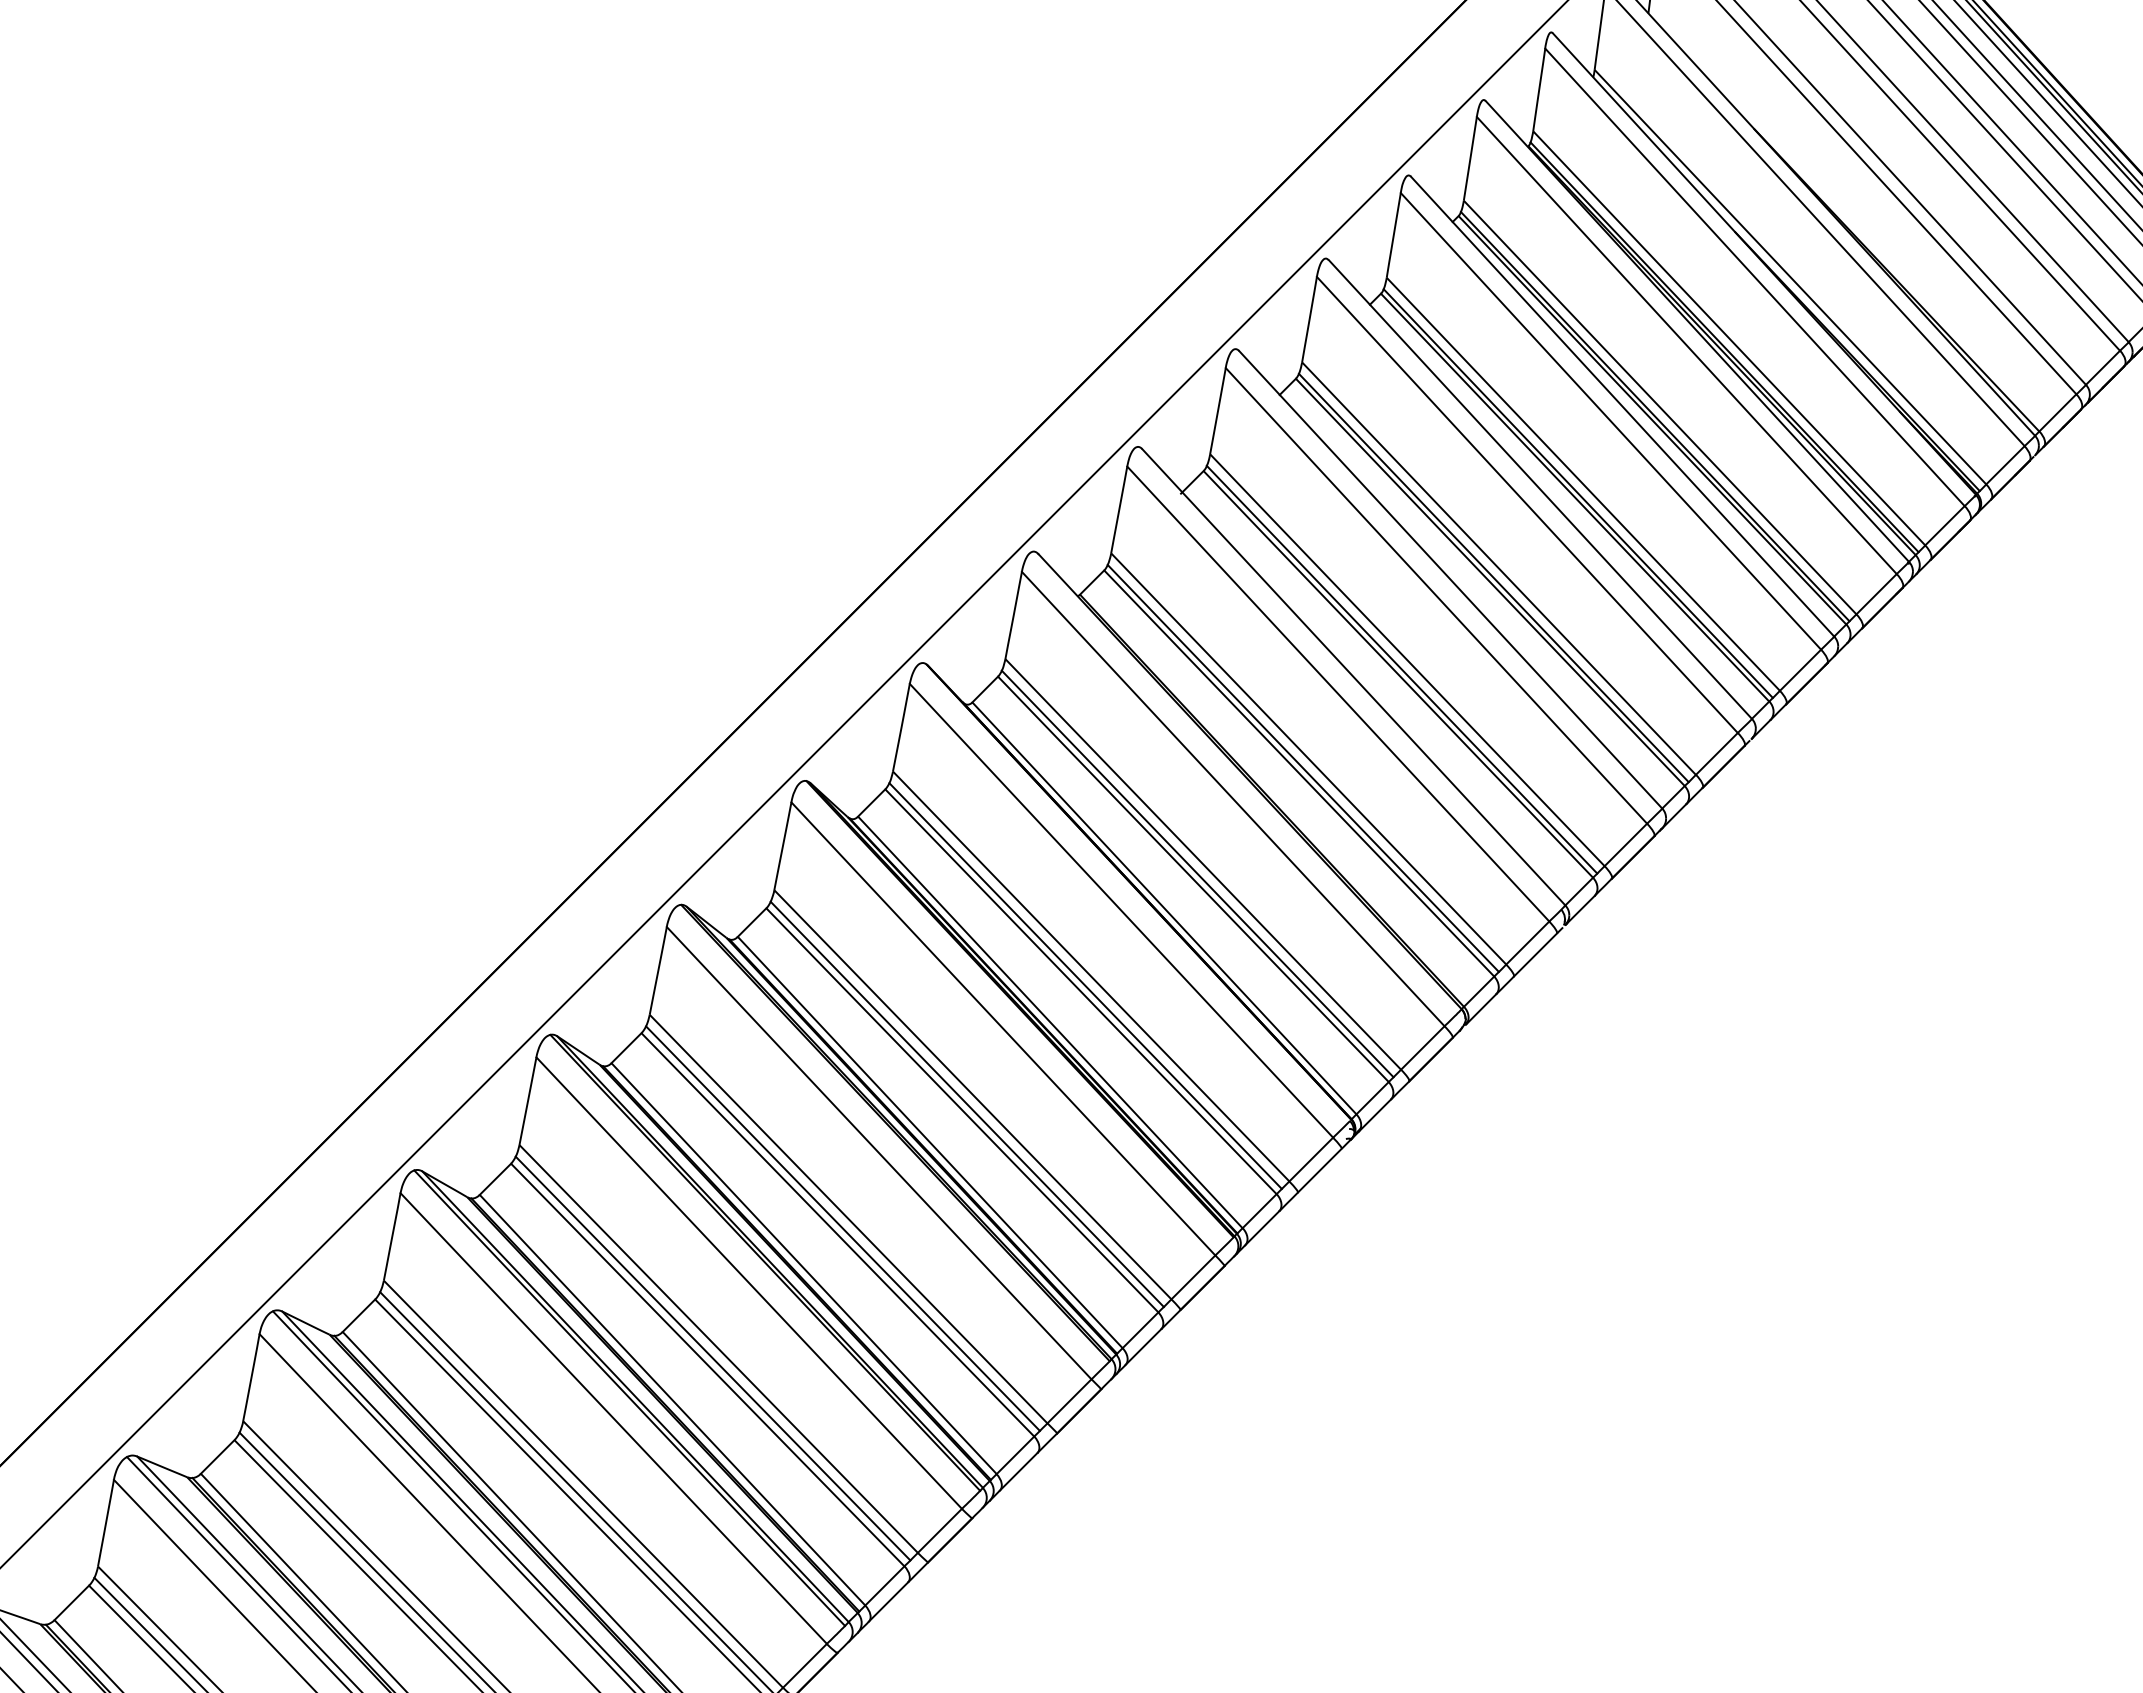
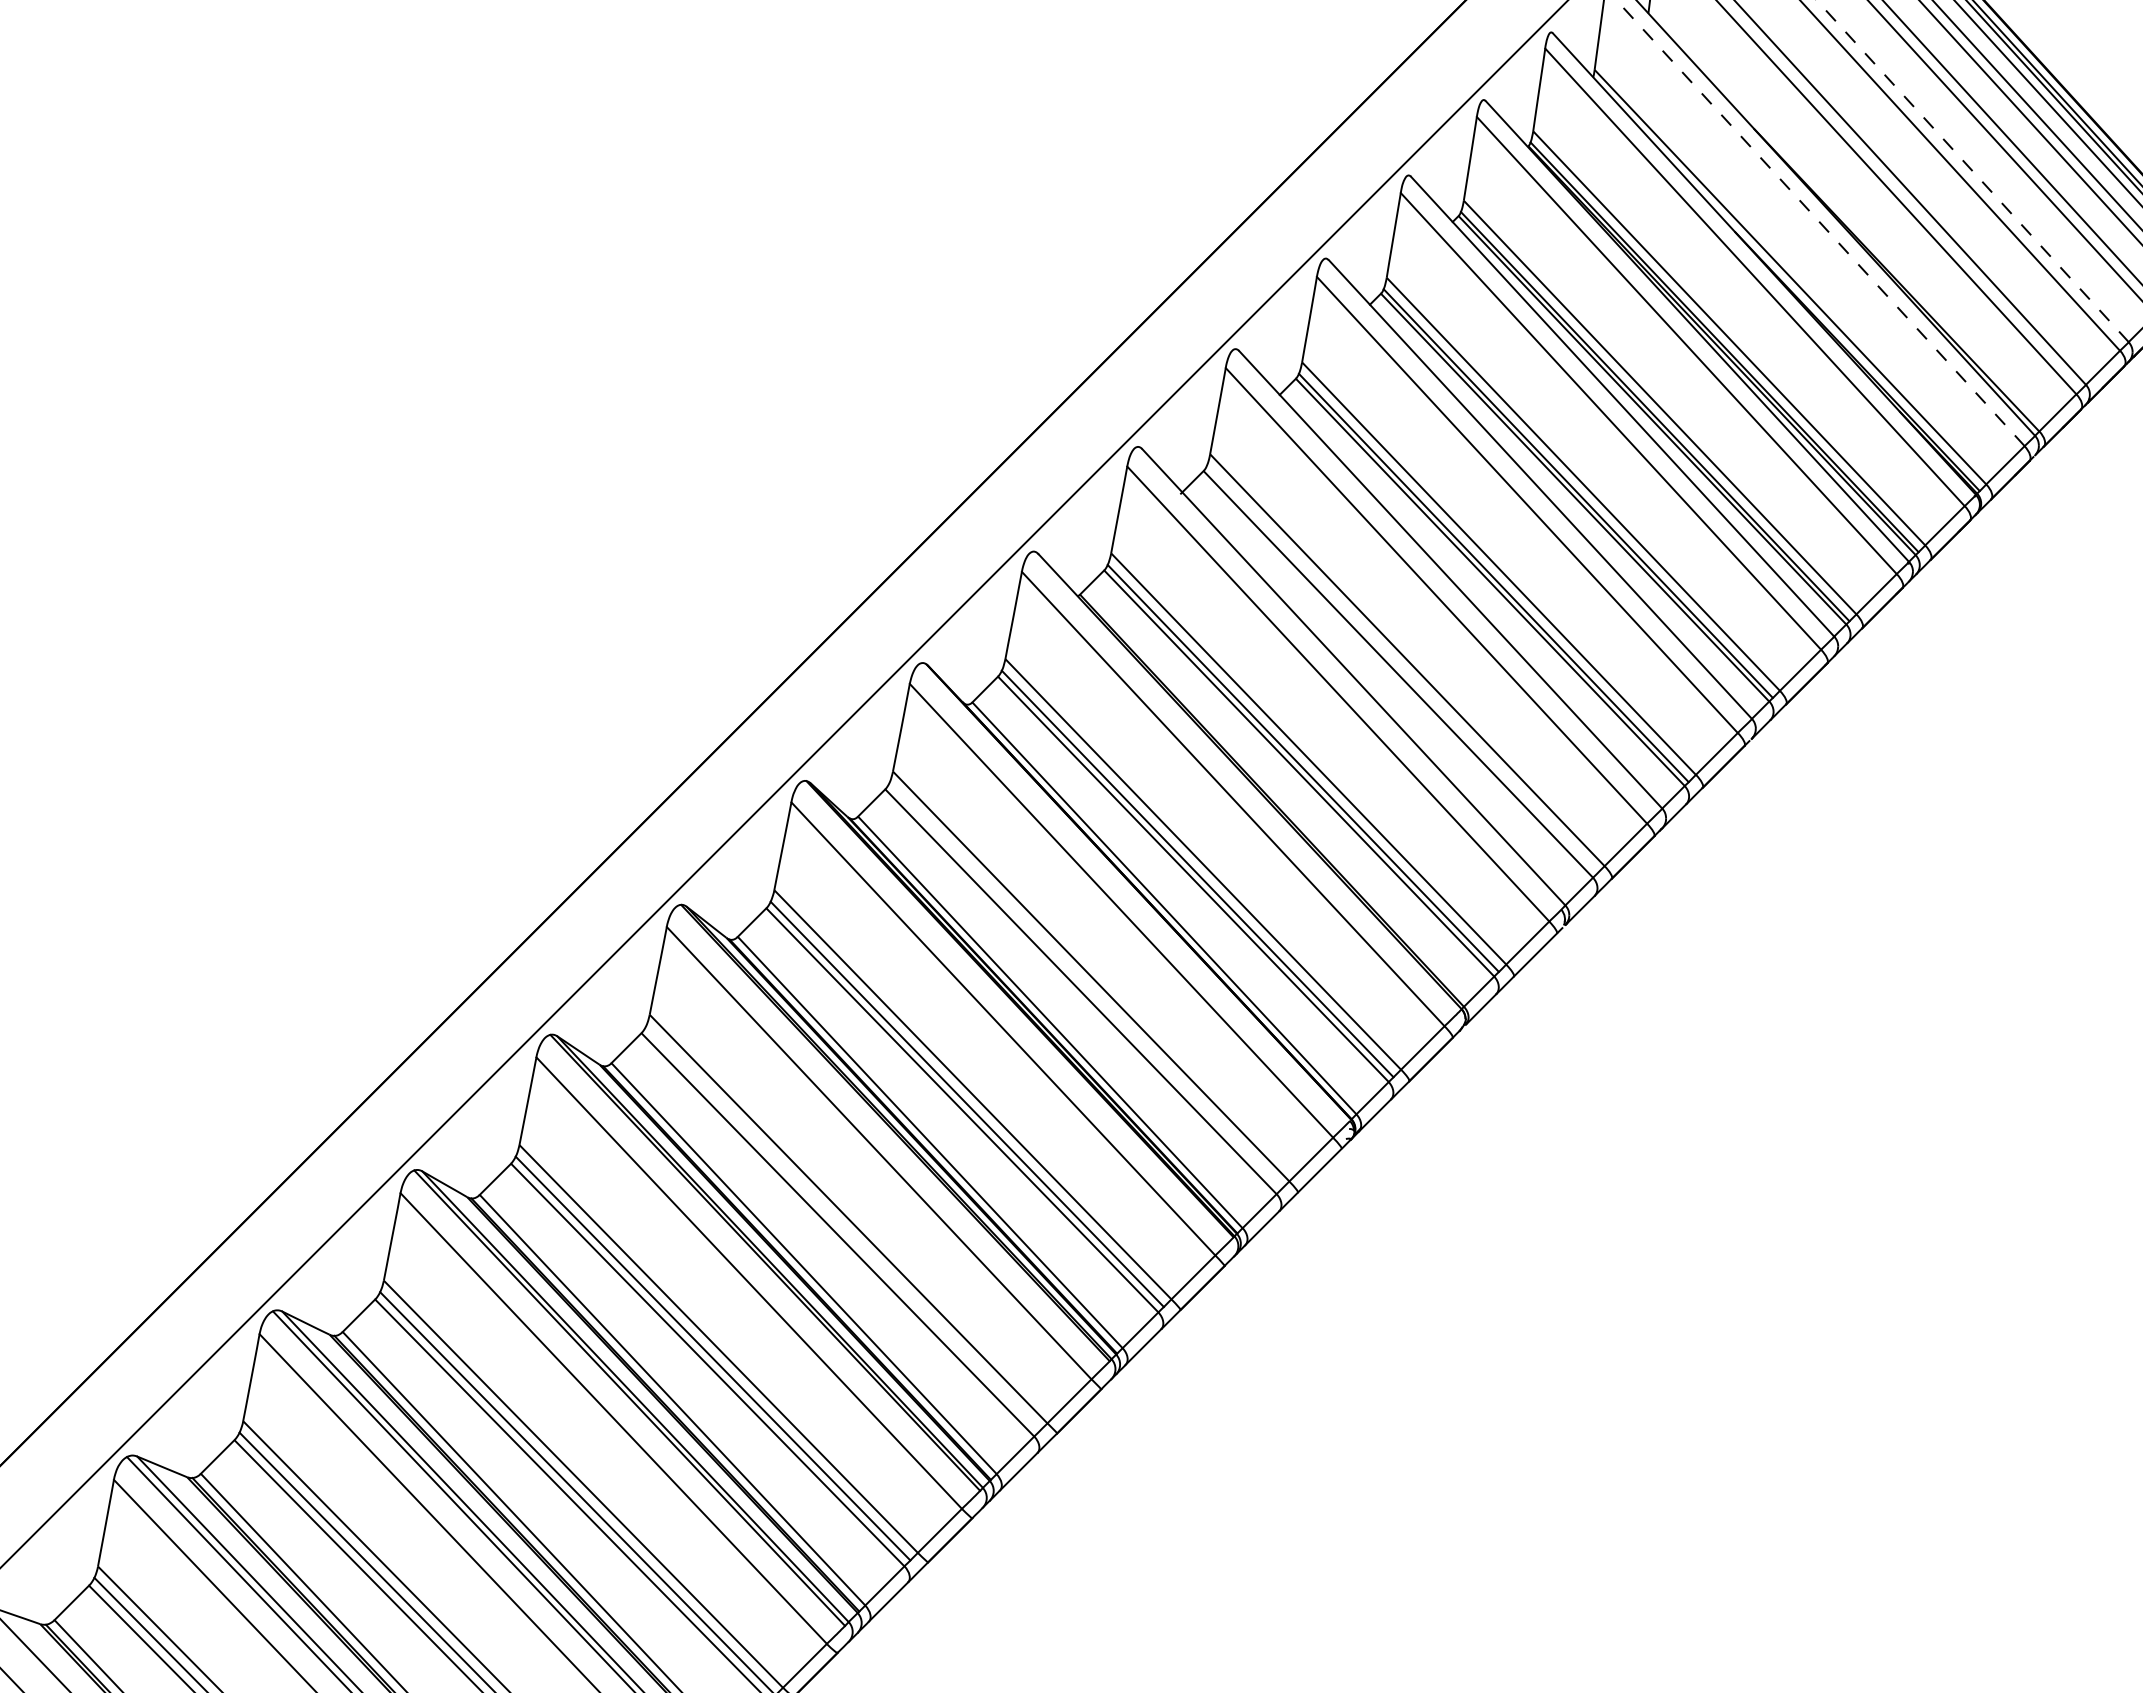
line at (1972, 170): solid -> dashed
line at (1820, 222): solid -> dashed
line at (1401, 669): present -> none
line at (1085, 985): present -> none
line at (842, 1228): present -> none
line at (28, 1661): present -> none
